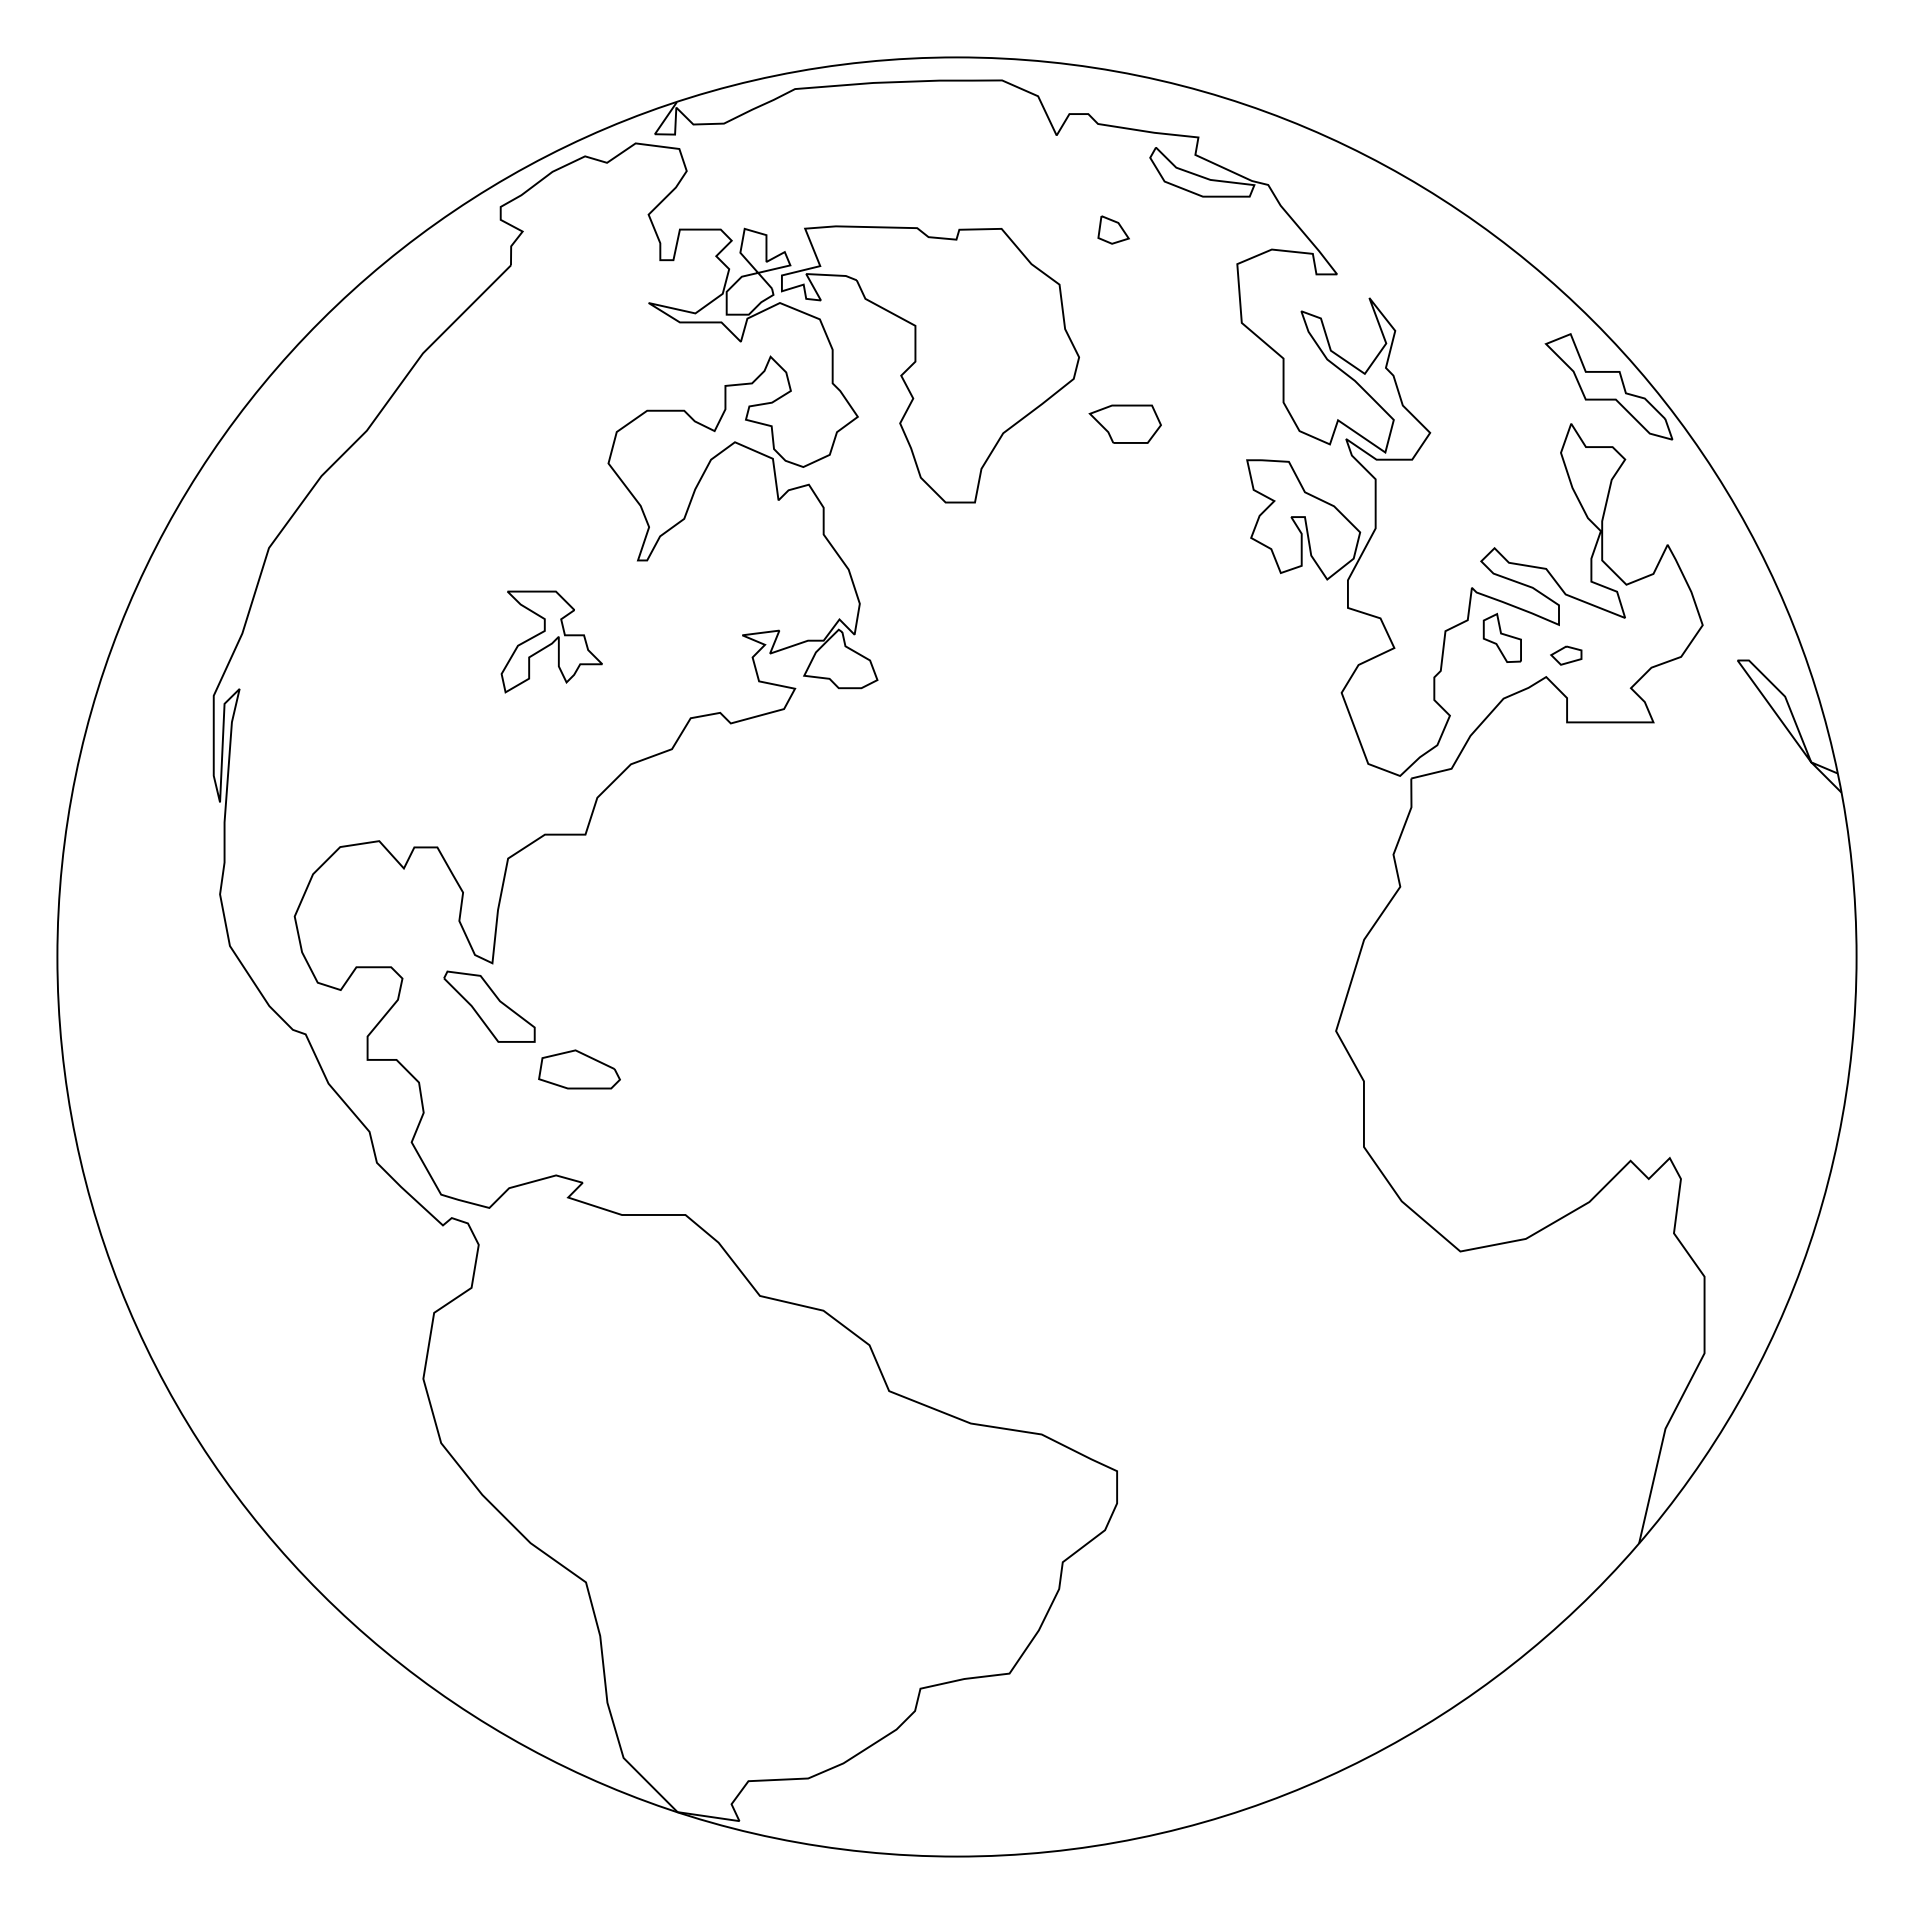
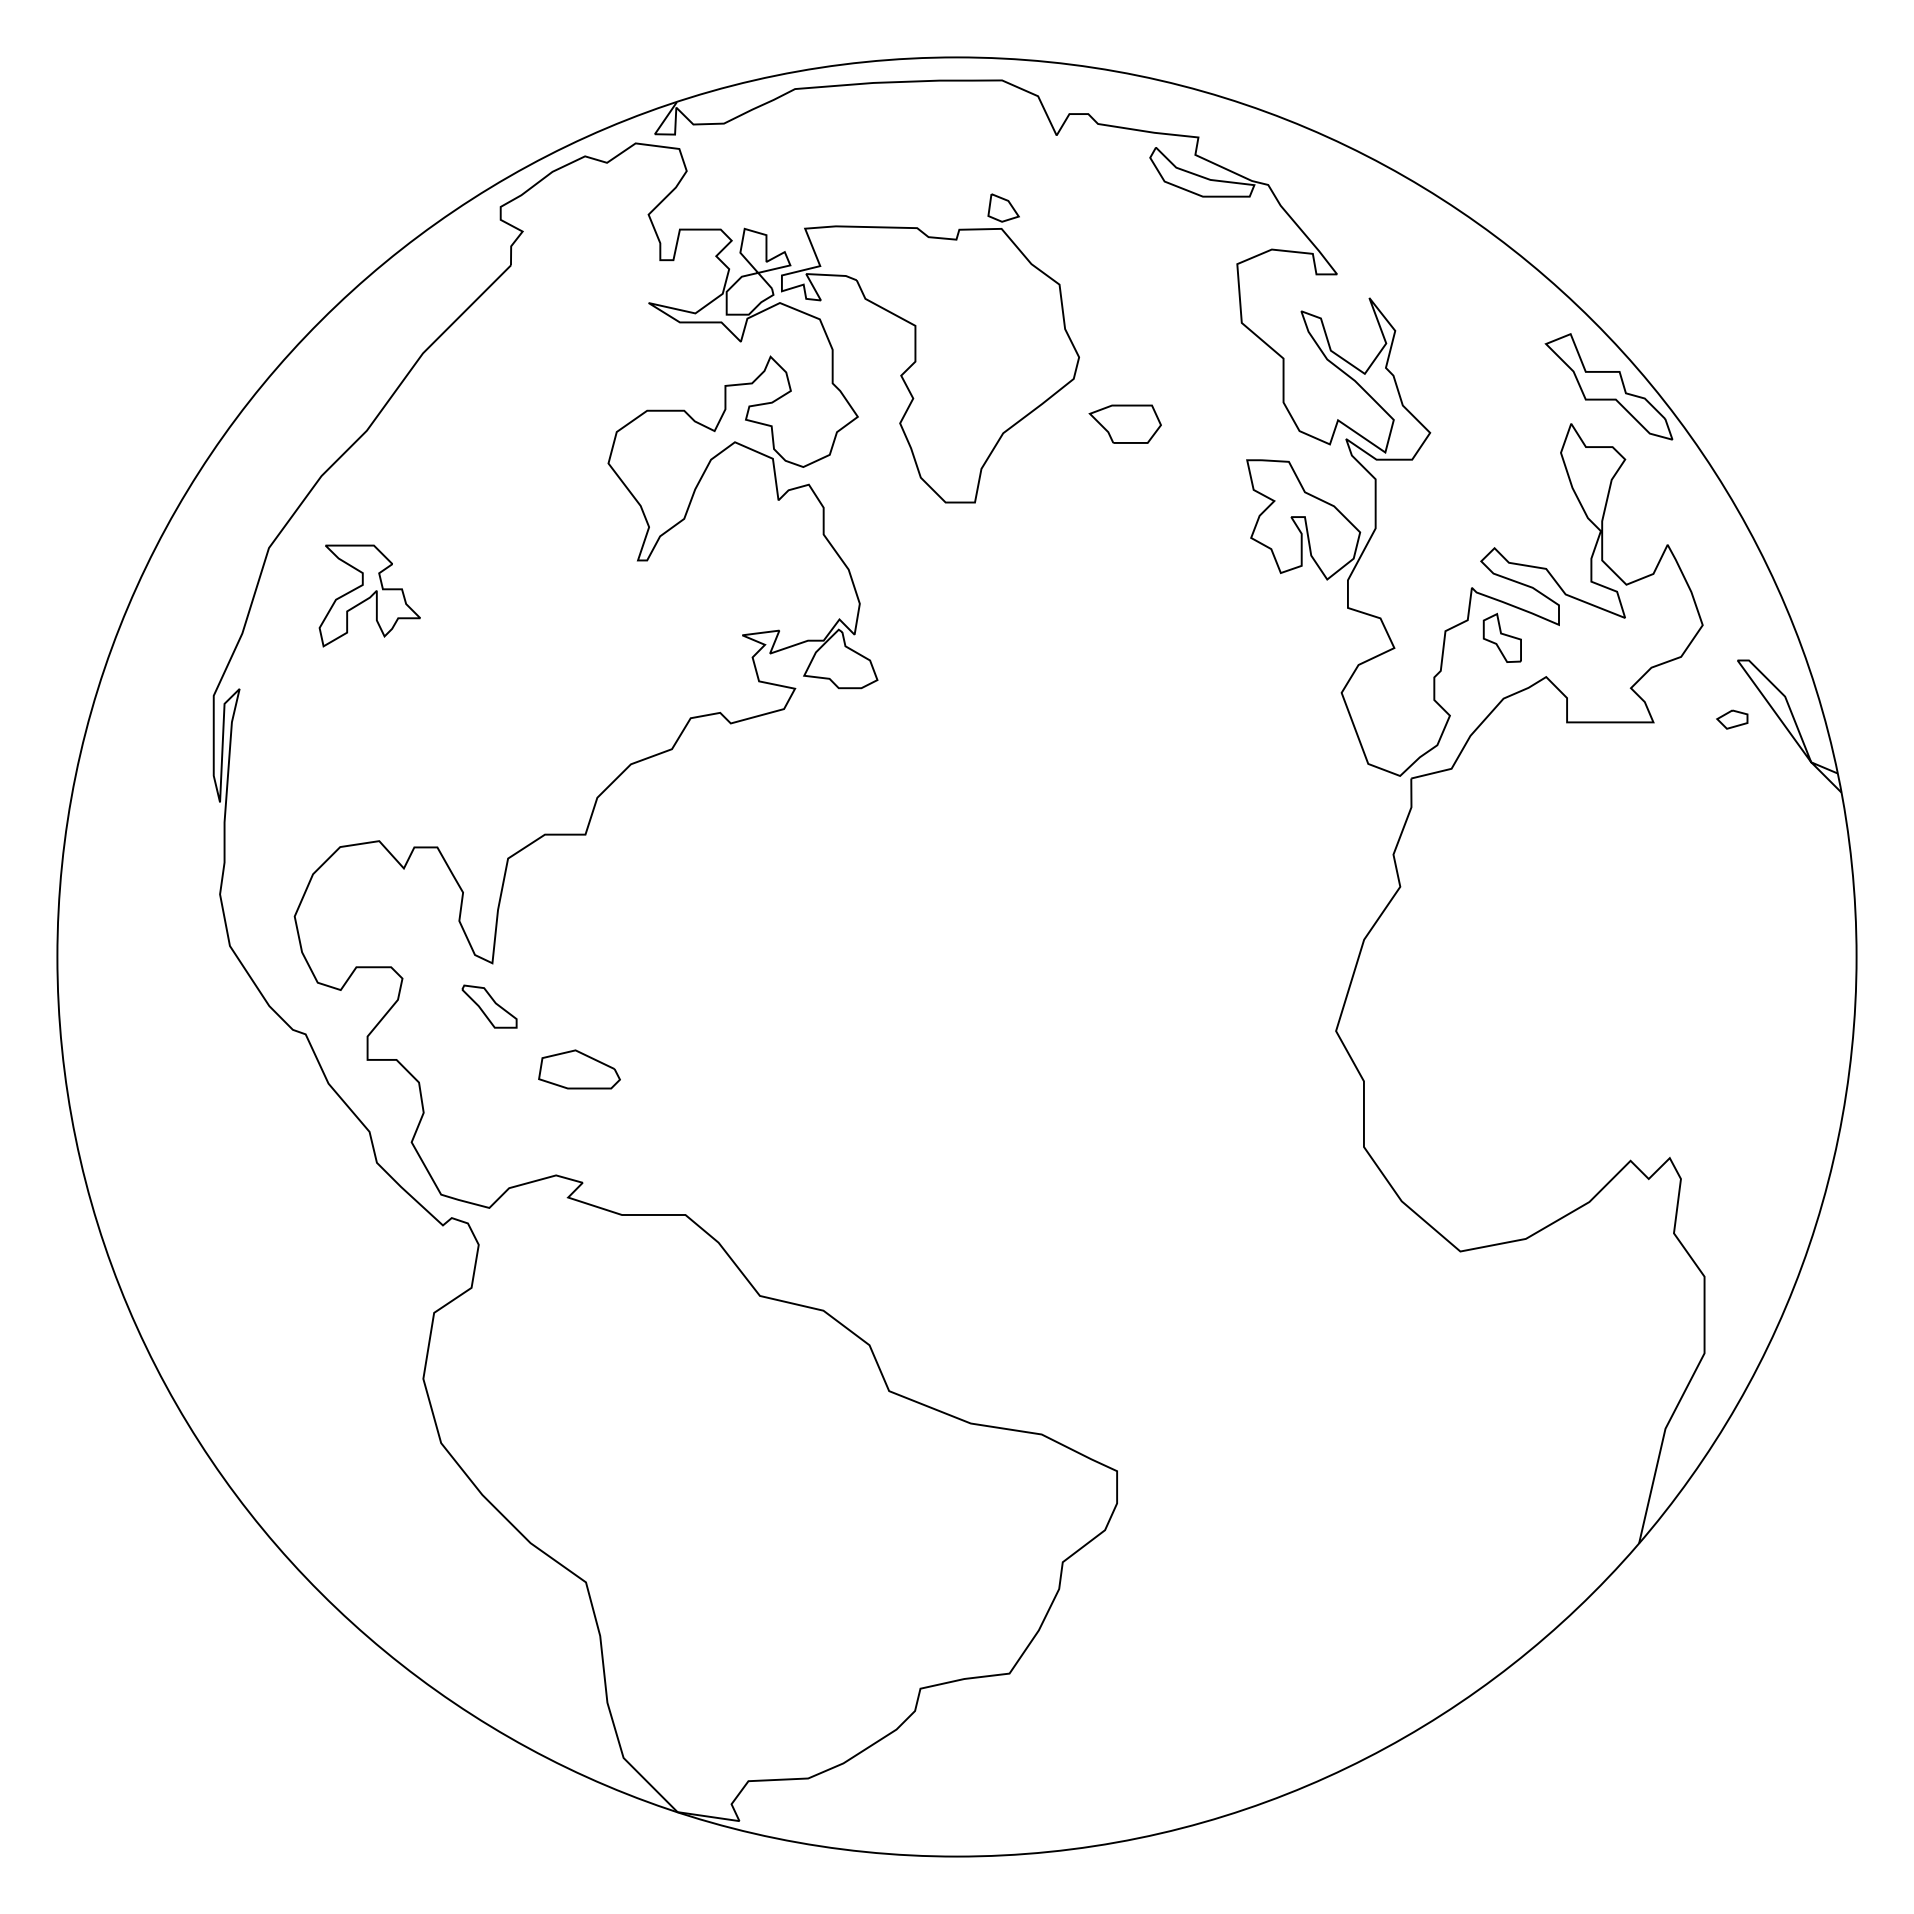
part at (1113, 229) position: (1113, 229) -> (1003, 207)
part at (551, 641) position: (551, 641) -> (369, 595)
part at (1566, 655) position: (1566, 655) -> (1732, 719)
part at (489, 1006) size: 93x73 px -> 57x45 px
